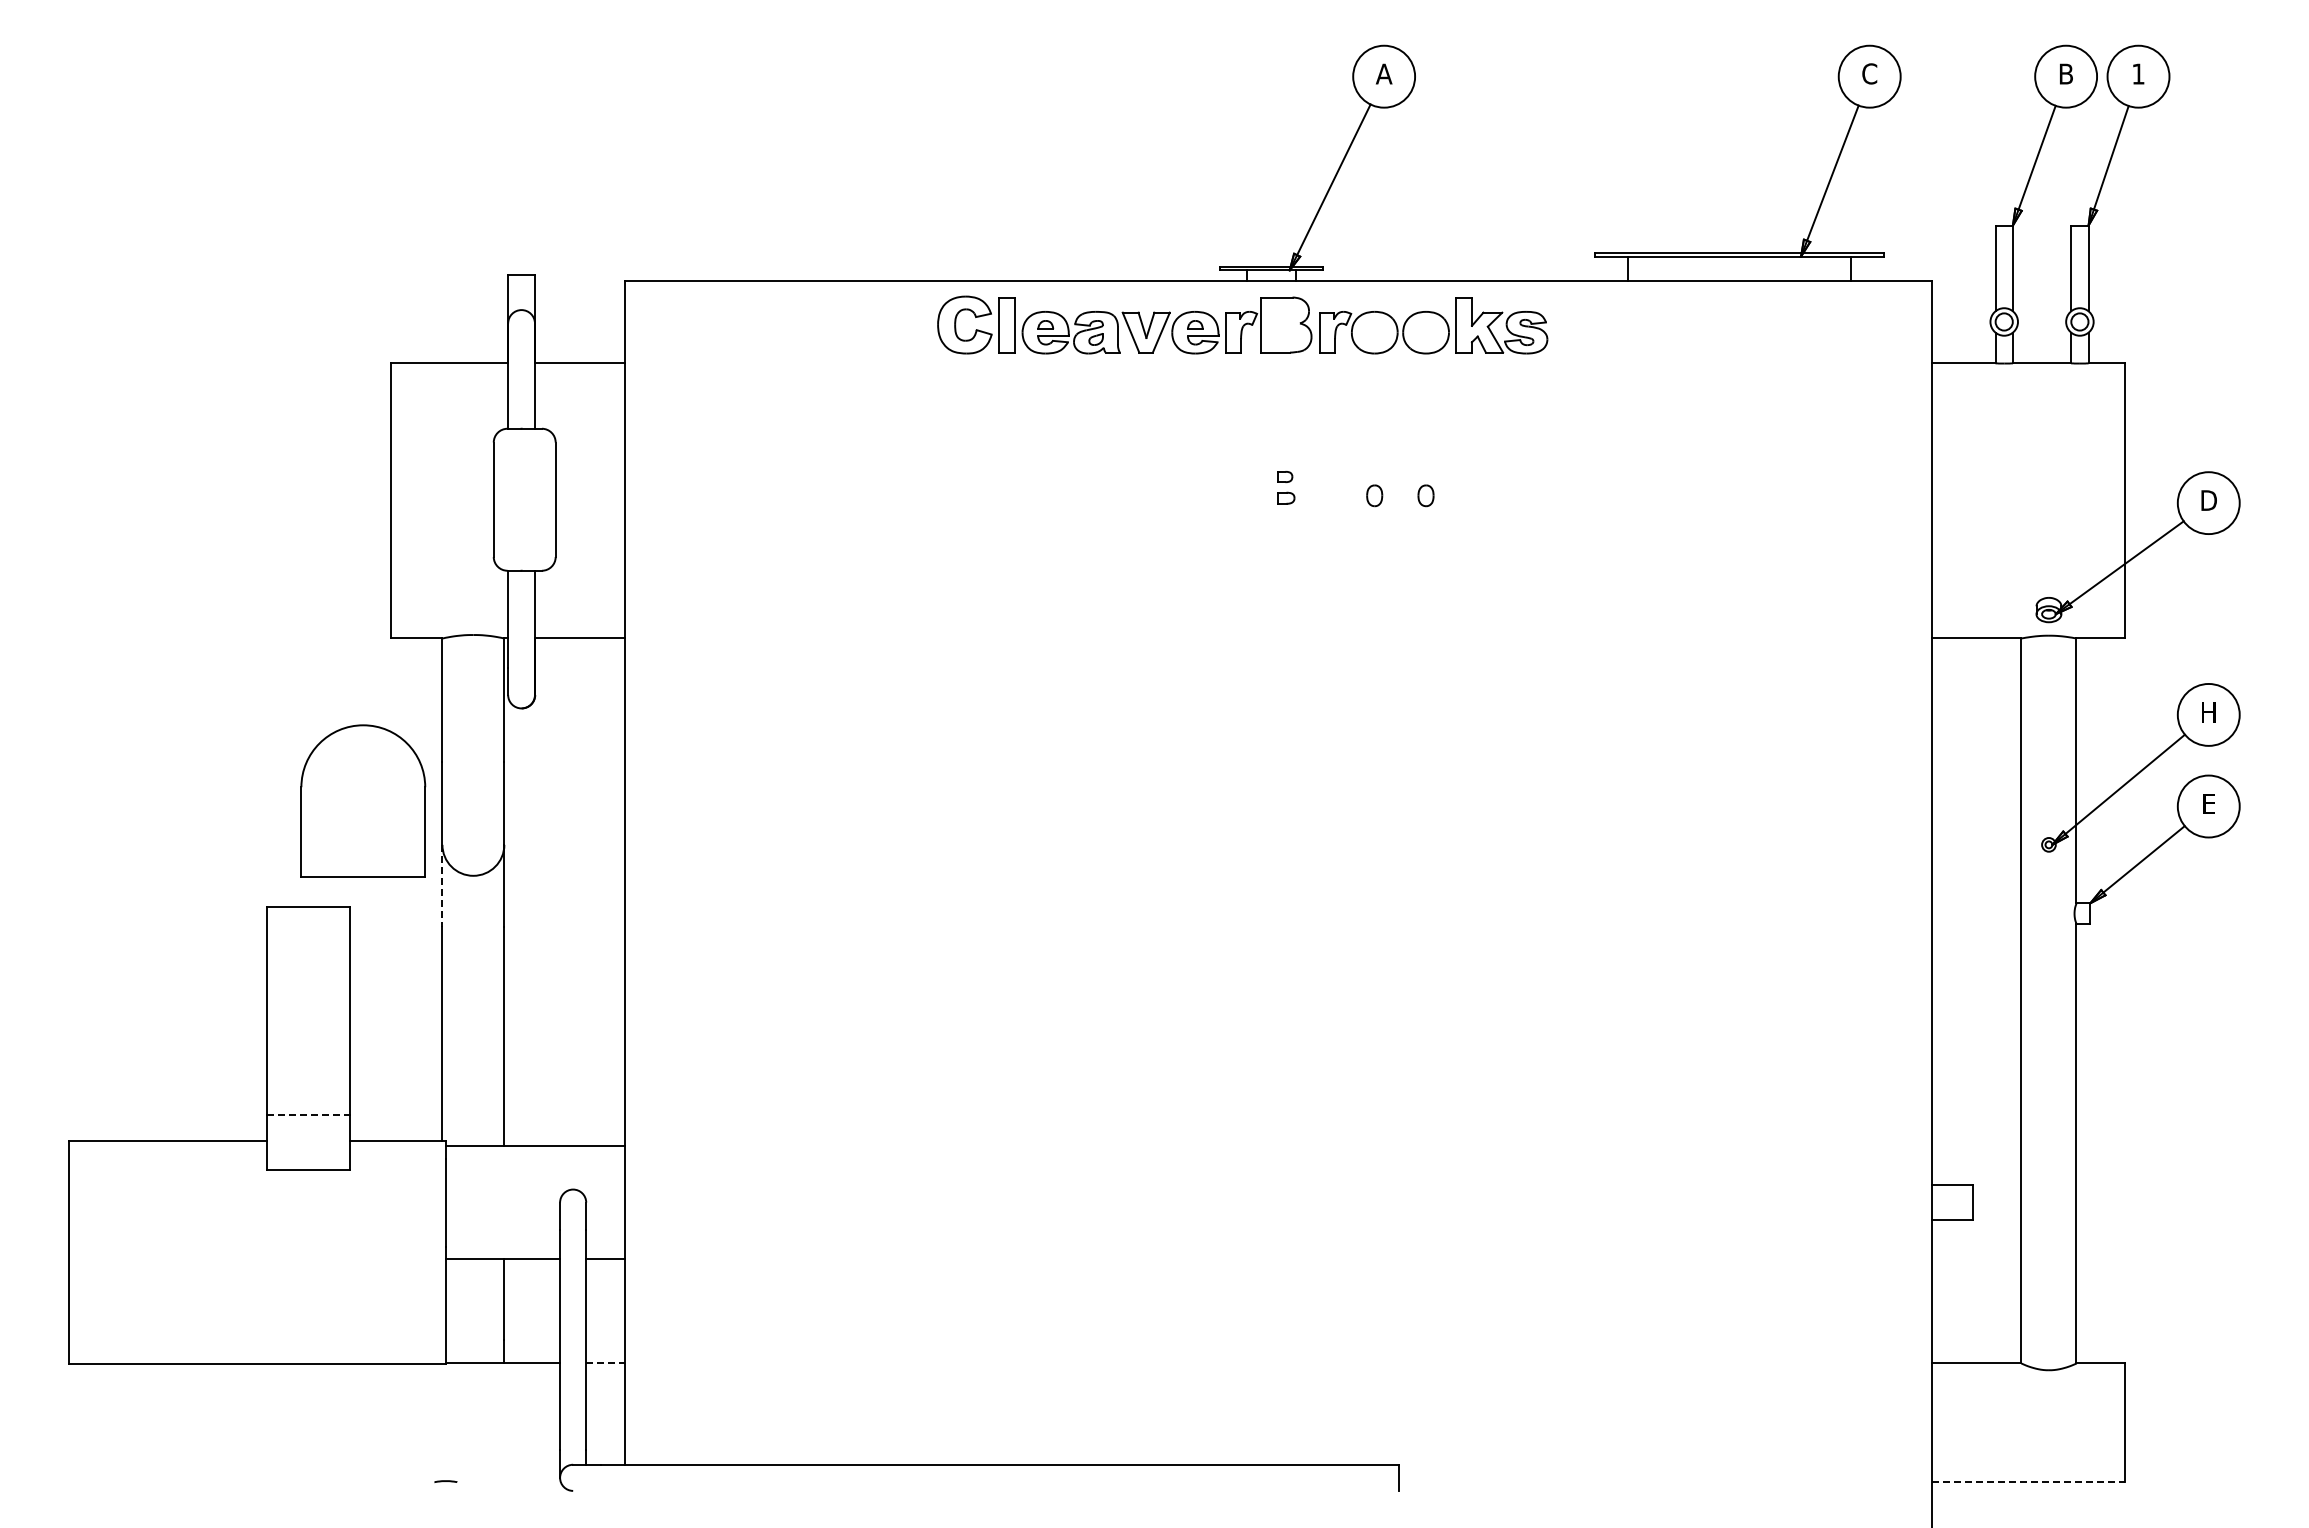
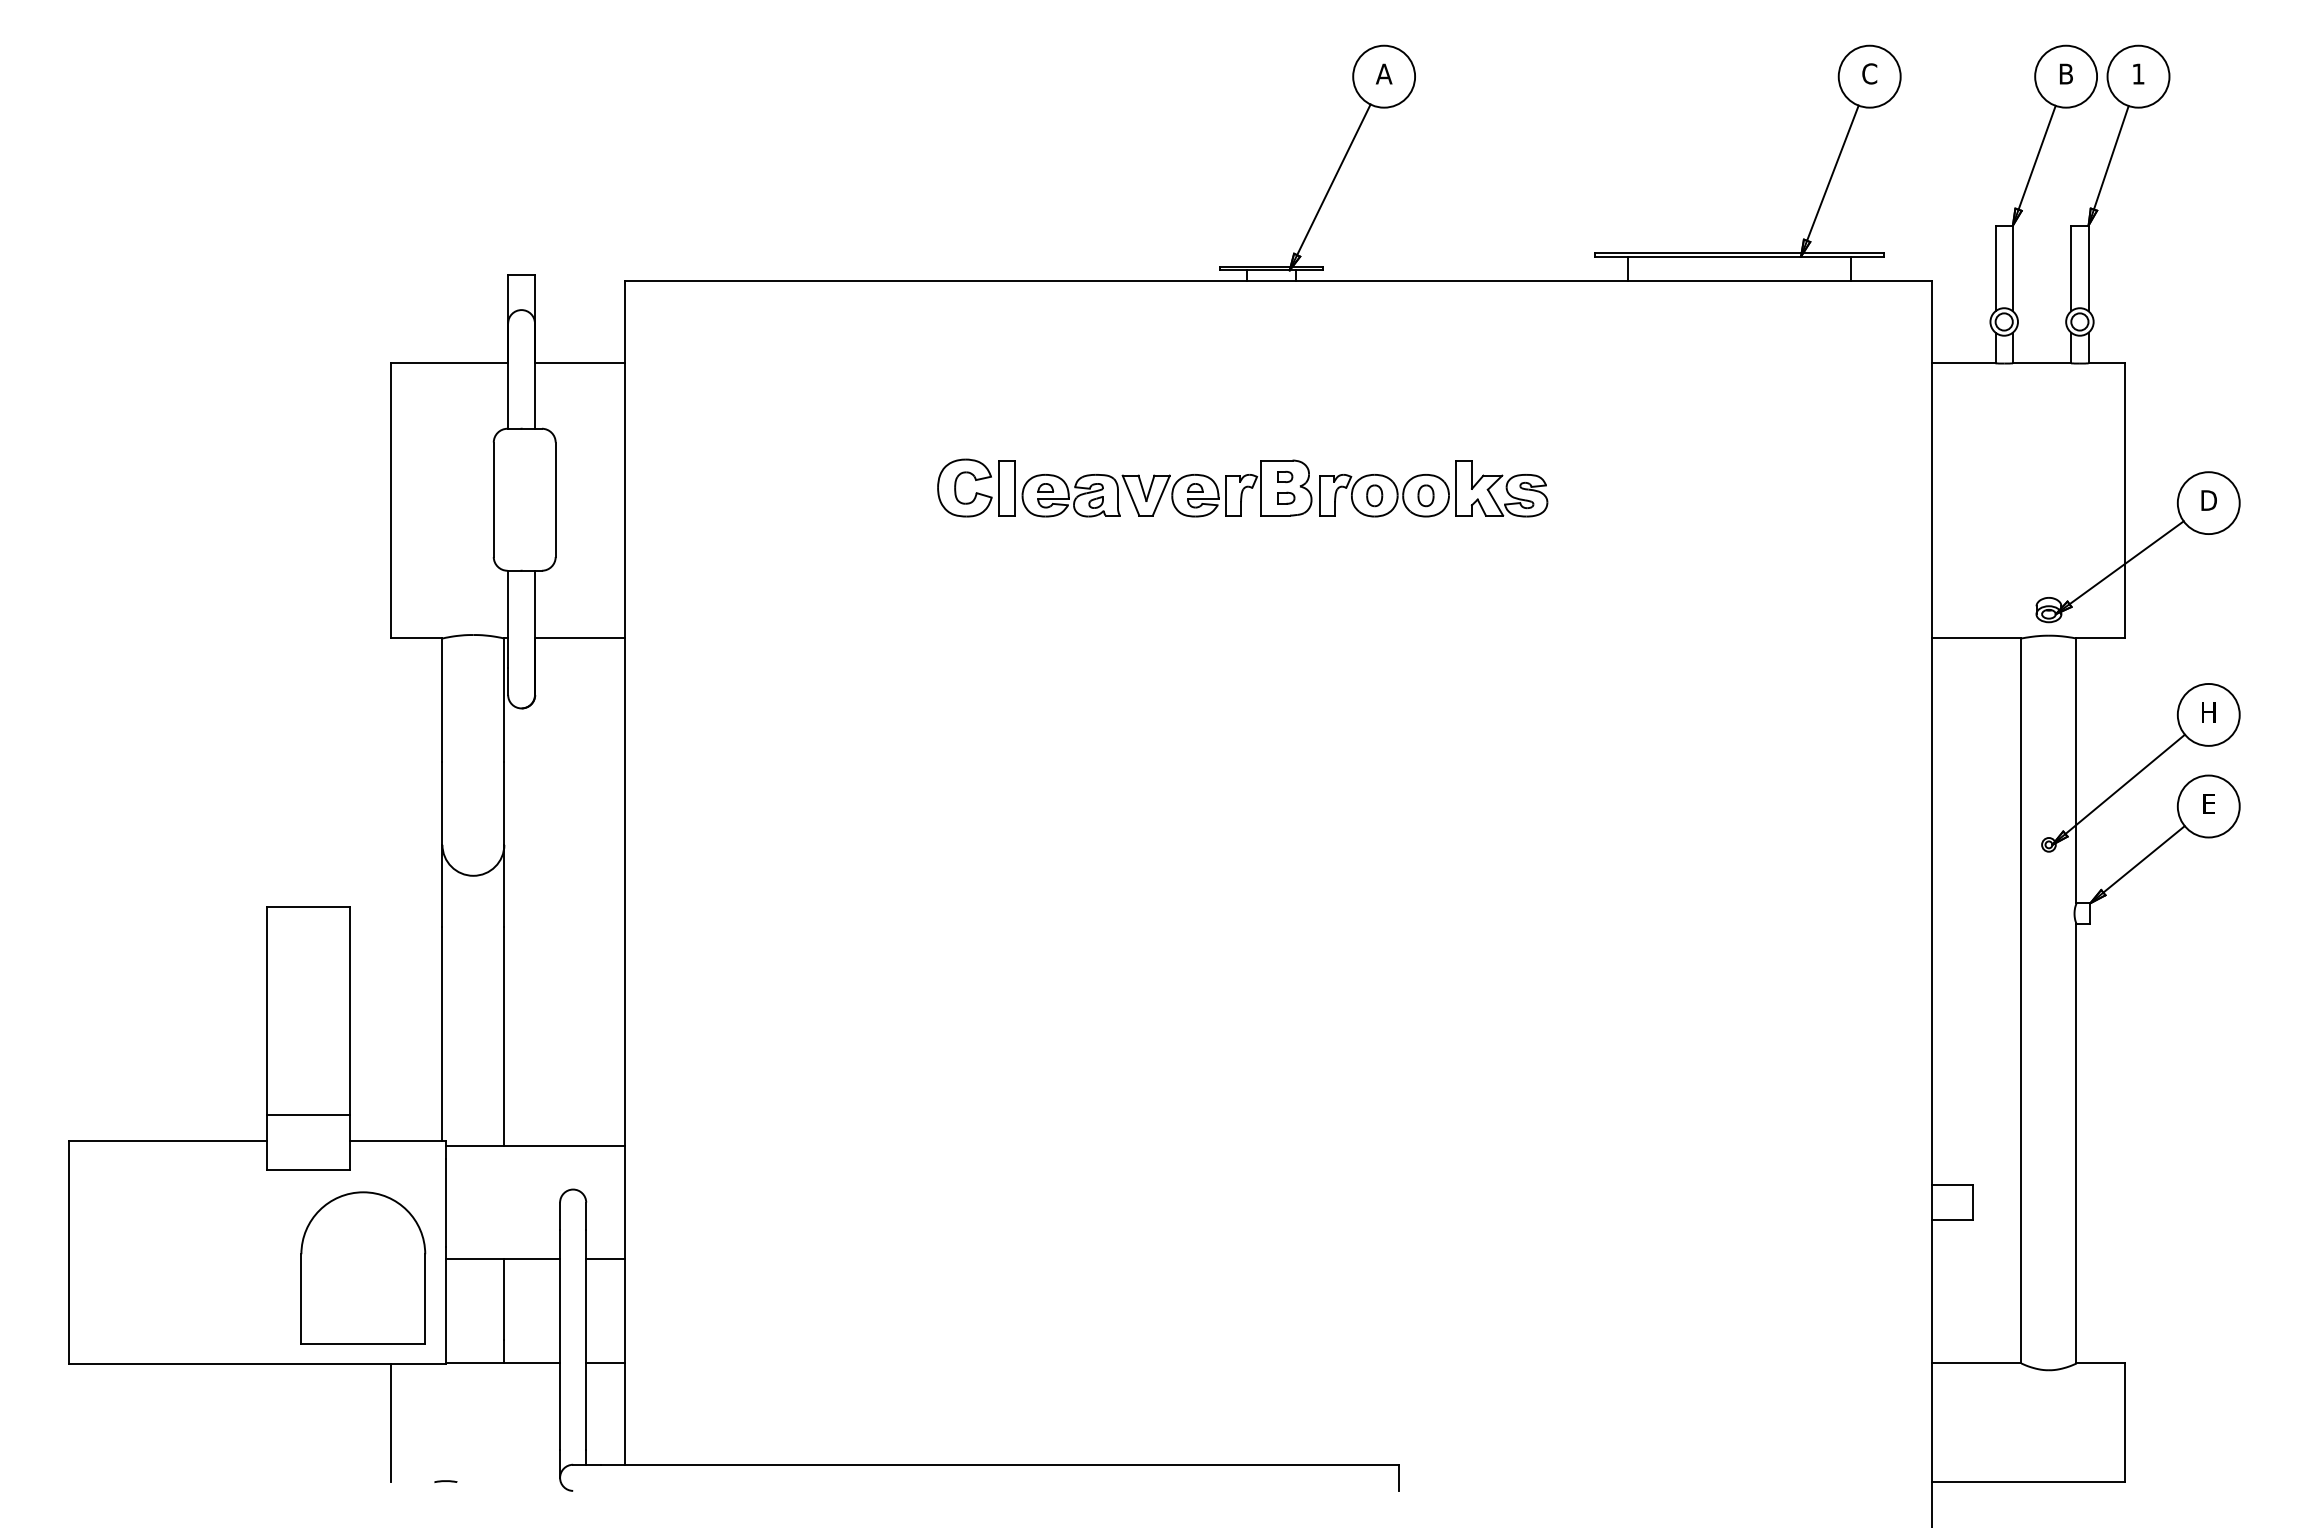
part at (1242, 324) position: (1242, 324) -> (1242, 487)
part at (363, 800) position: (363, 800) -> (363, 1267)
line at (442, 886): dashed -> solid
line at (308, 1114): dashed -> solid
line at (605, 1363): dashed -> solid
line at (390, 1423): none -> present
line at (2028, 1482): dashed -> solid
